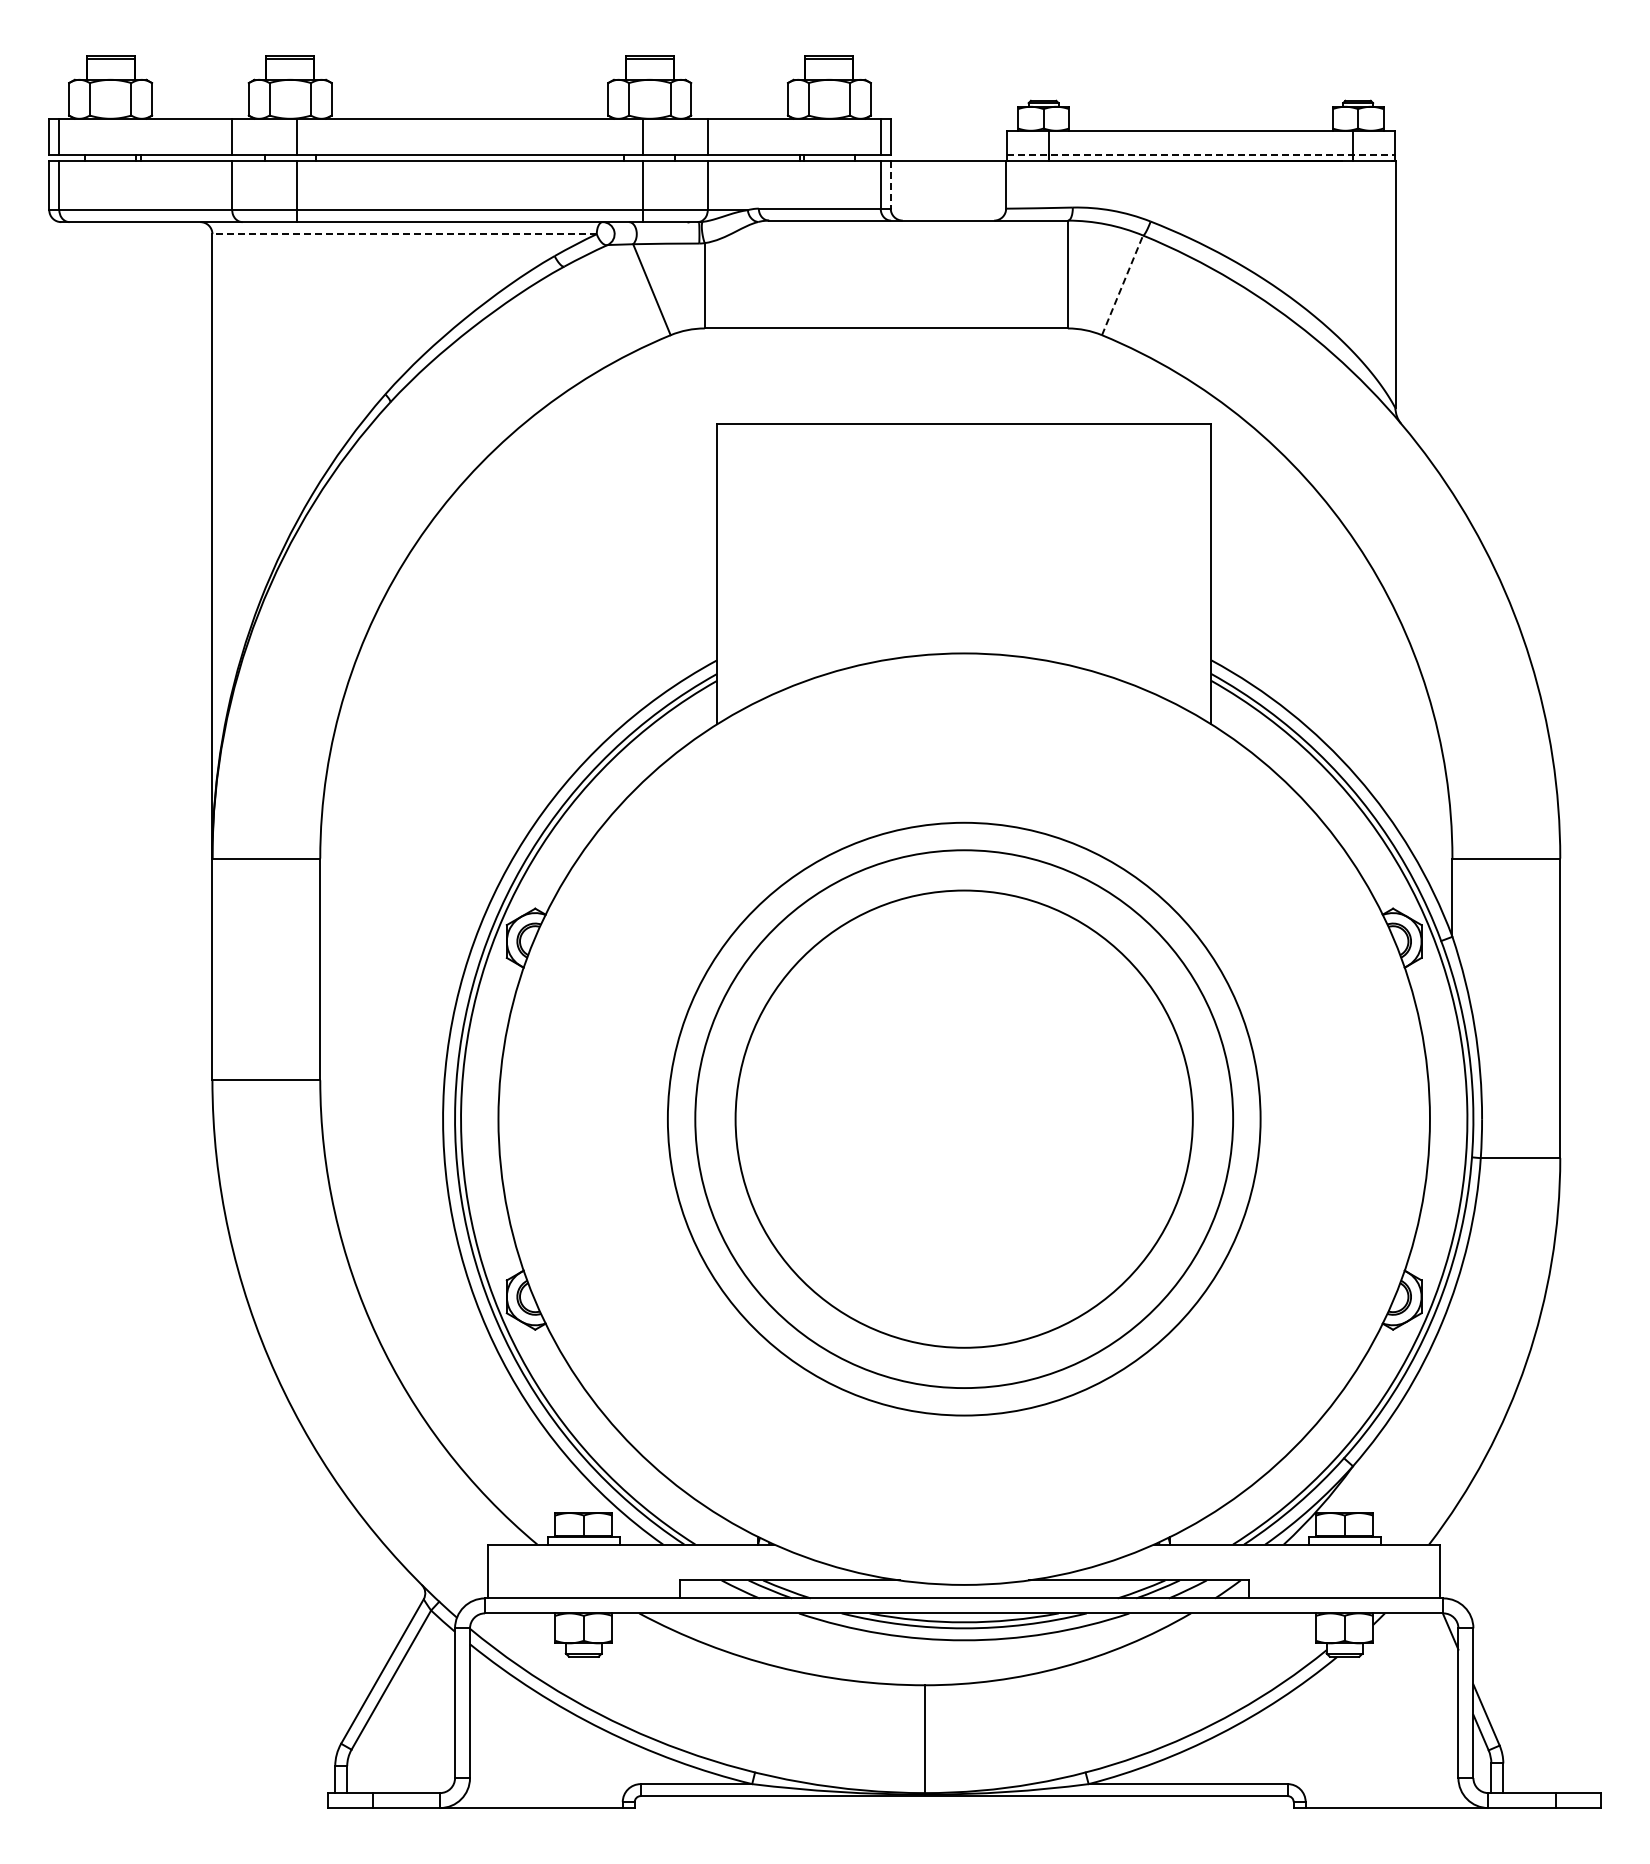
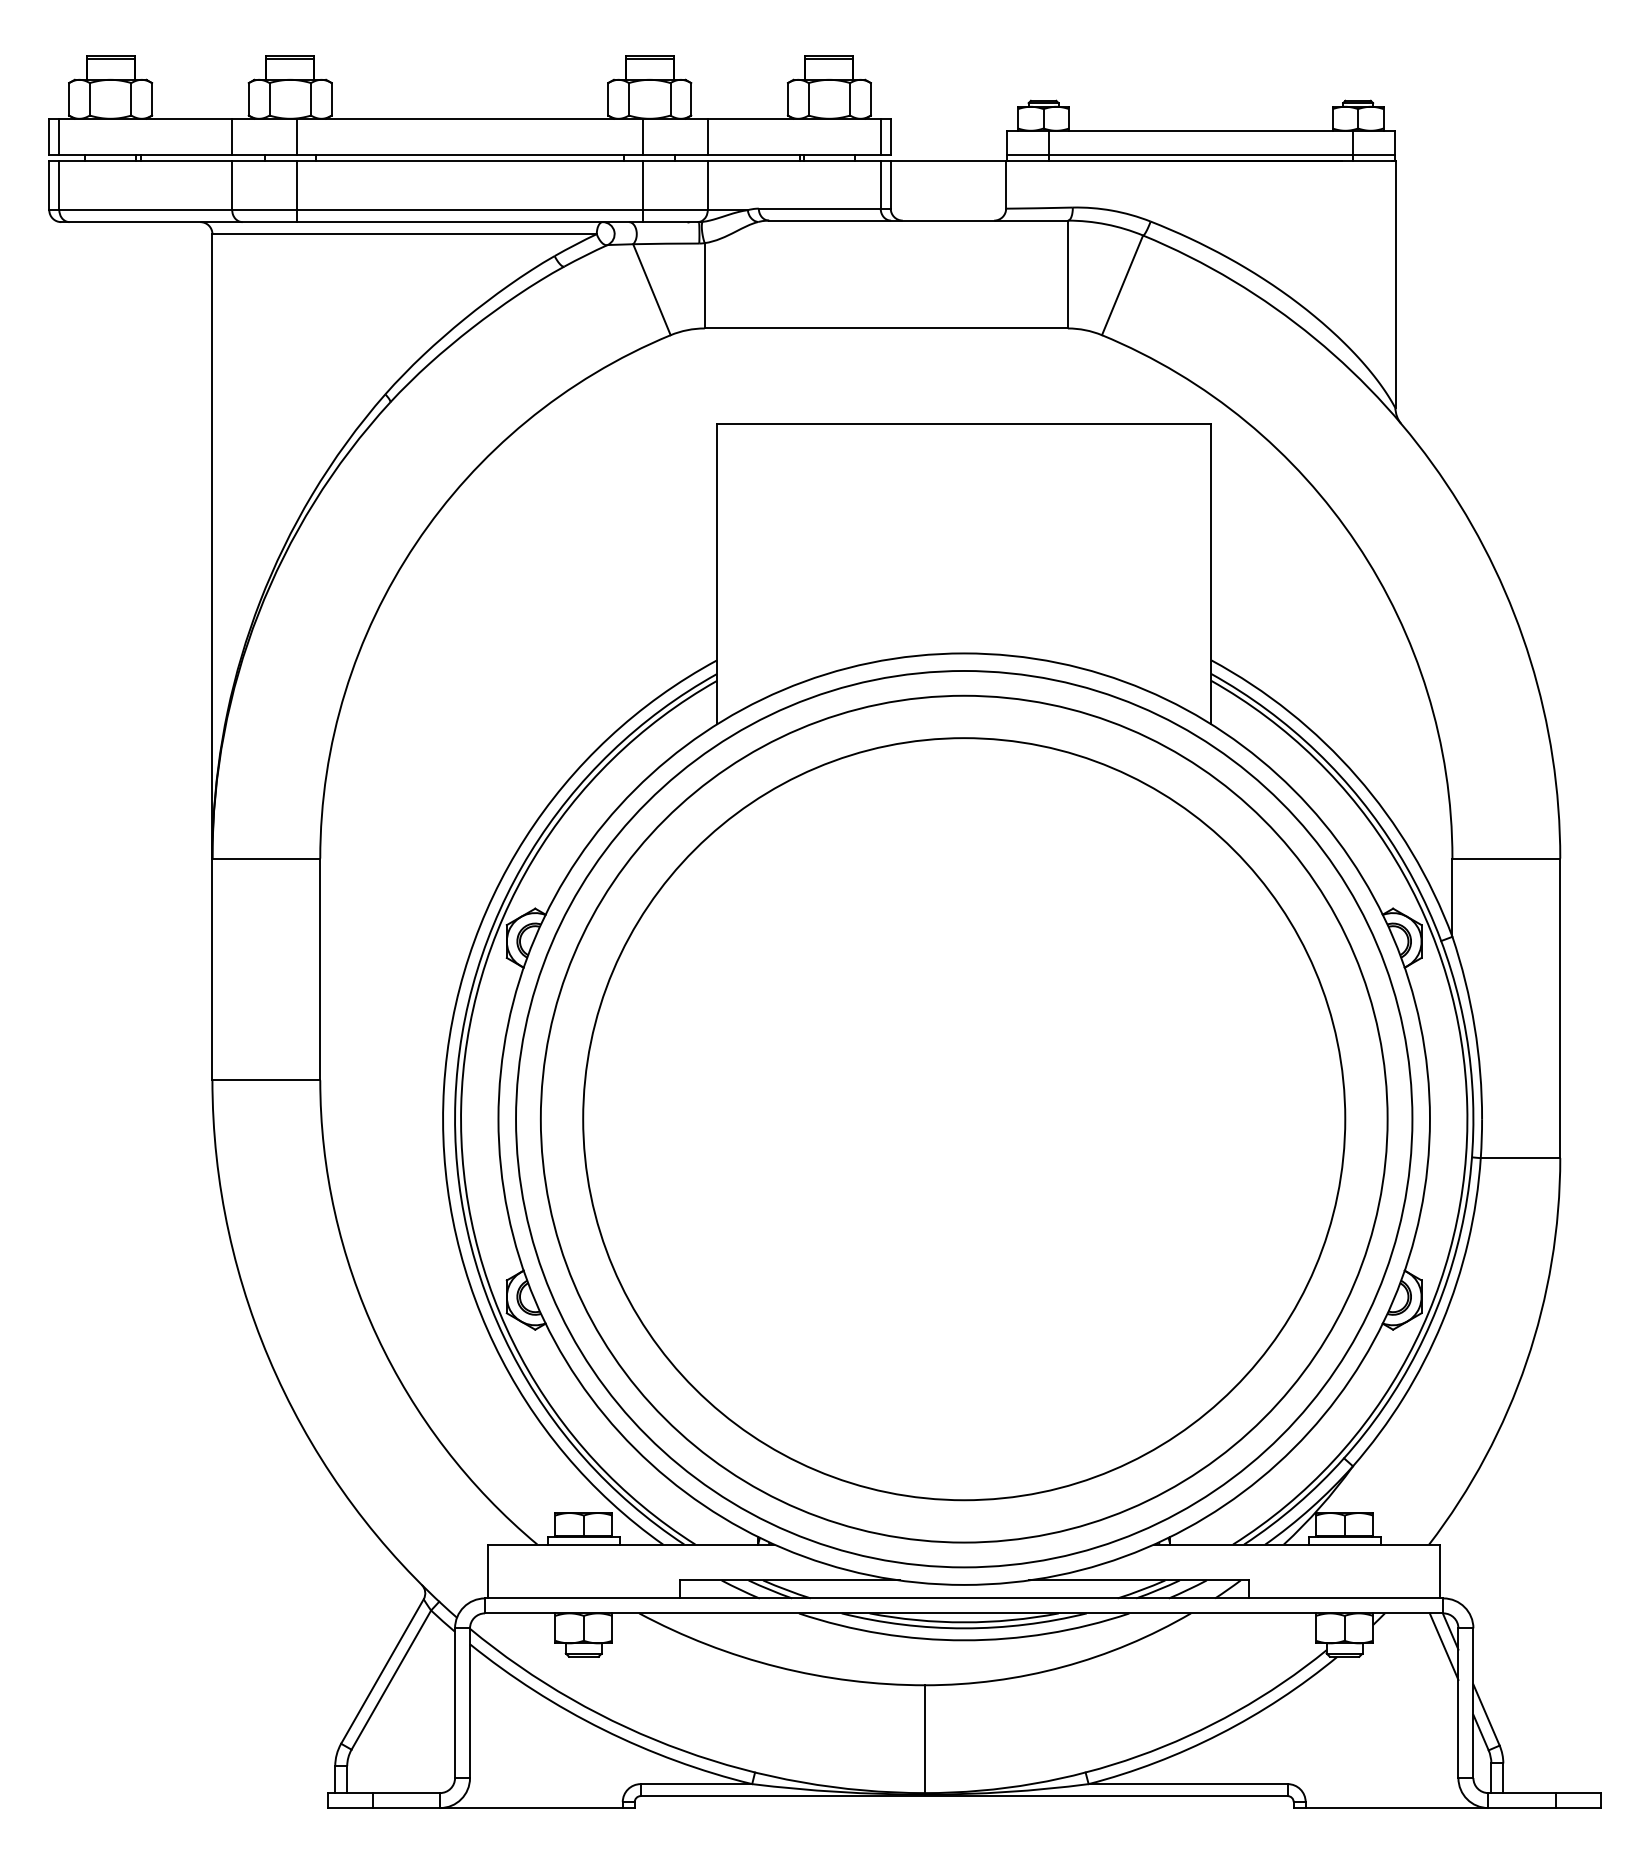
line at (1200, 154): dashed -> solid
line at (890, 184): dashed -> solid
line at (404, 234): dashed -> solid
line at (1122, 285): dashed -> solid
circle at (963, 1118) diameter: 457 px -> 762 px
circle at (963, 1118) diameter: 593 px -> 847 px
circle at (964, 1119) diameter: 538 px -> 896 px
line at (1443, 1646): none -> present
